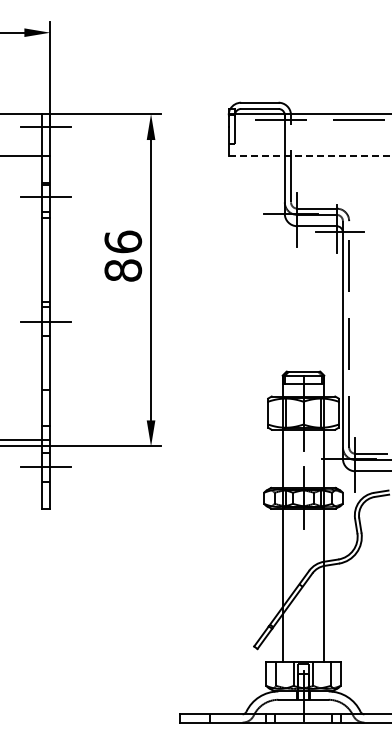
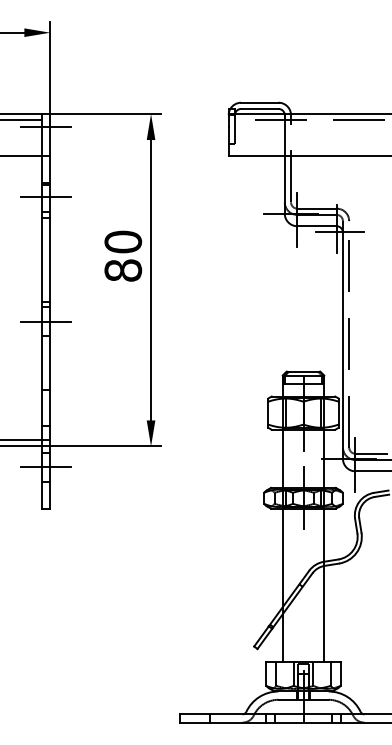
line at (22, 120): none -> present
line at (310, 155): dashed -> solid
text at (122, 241): 86 -> 80
